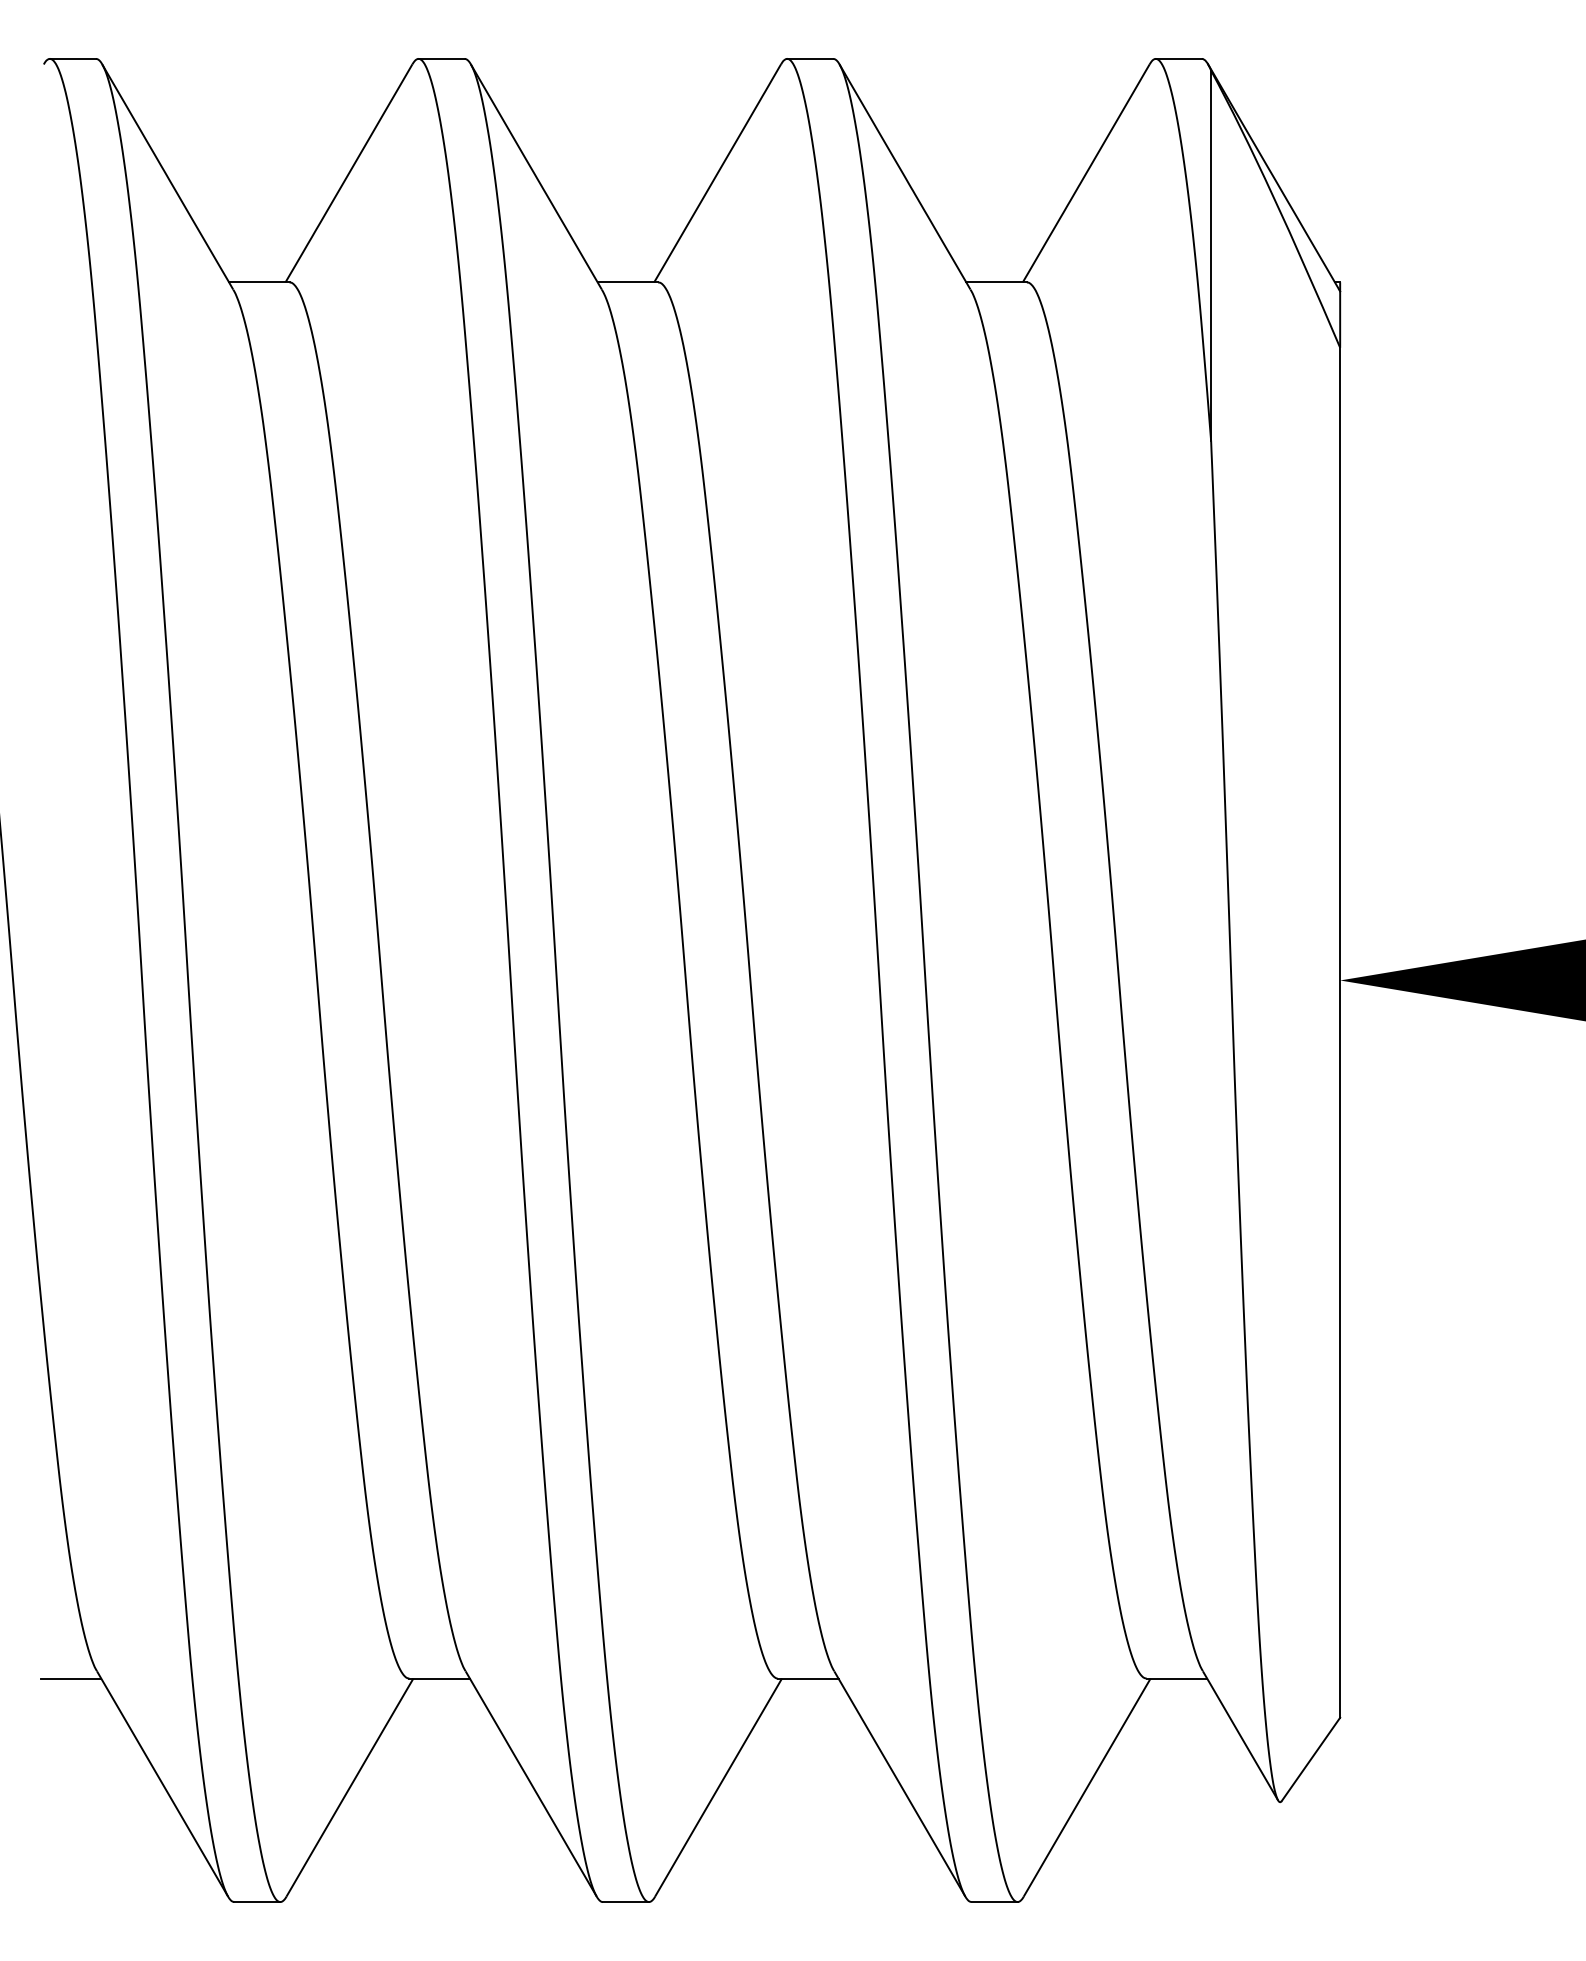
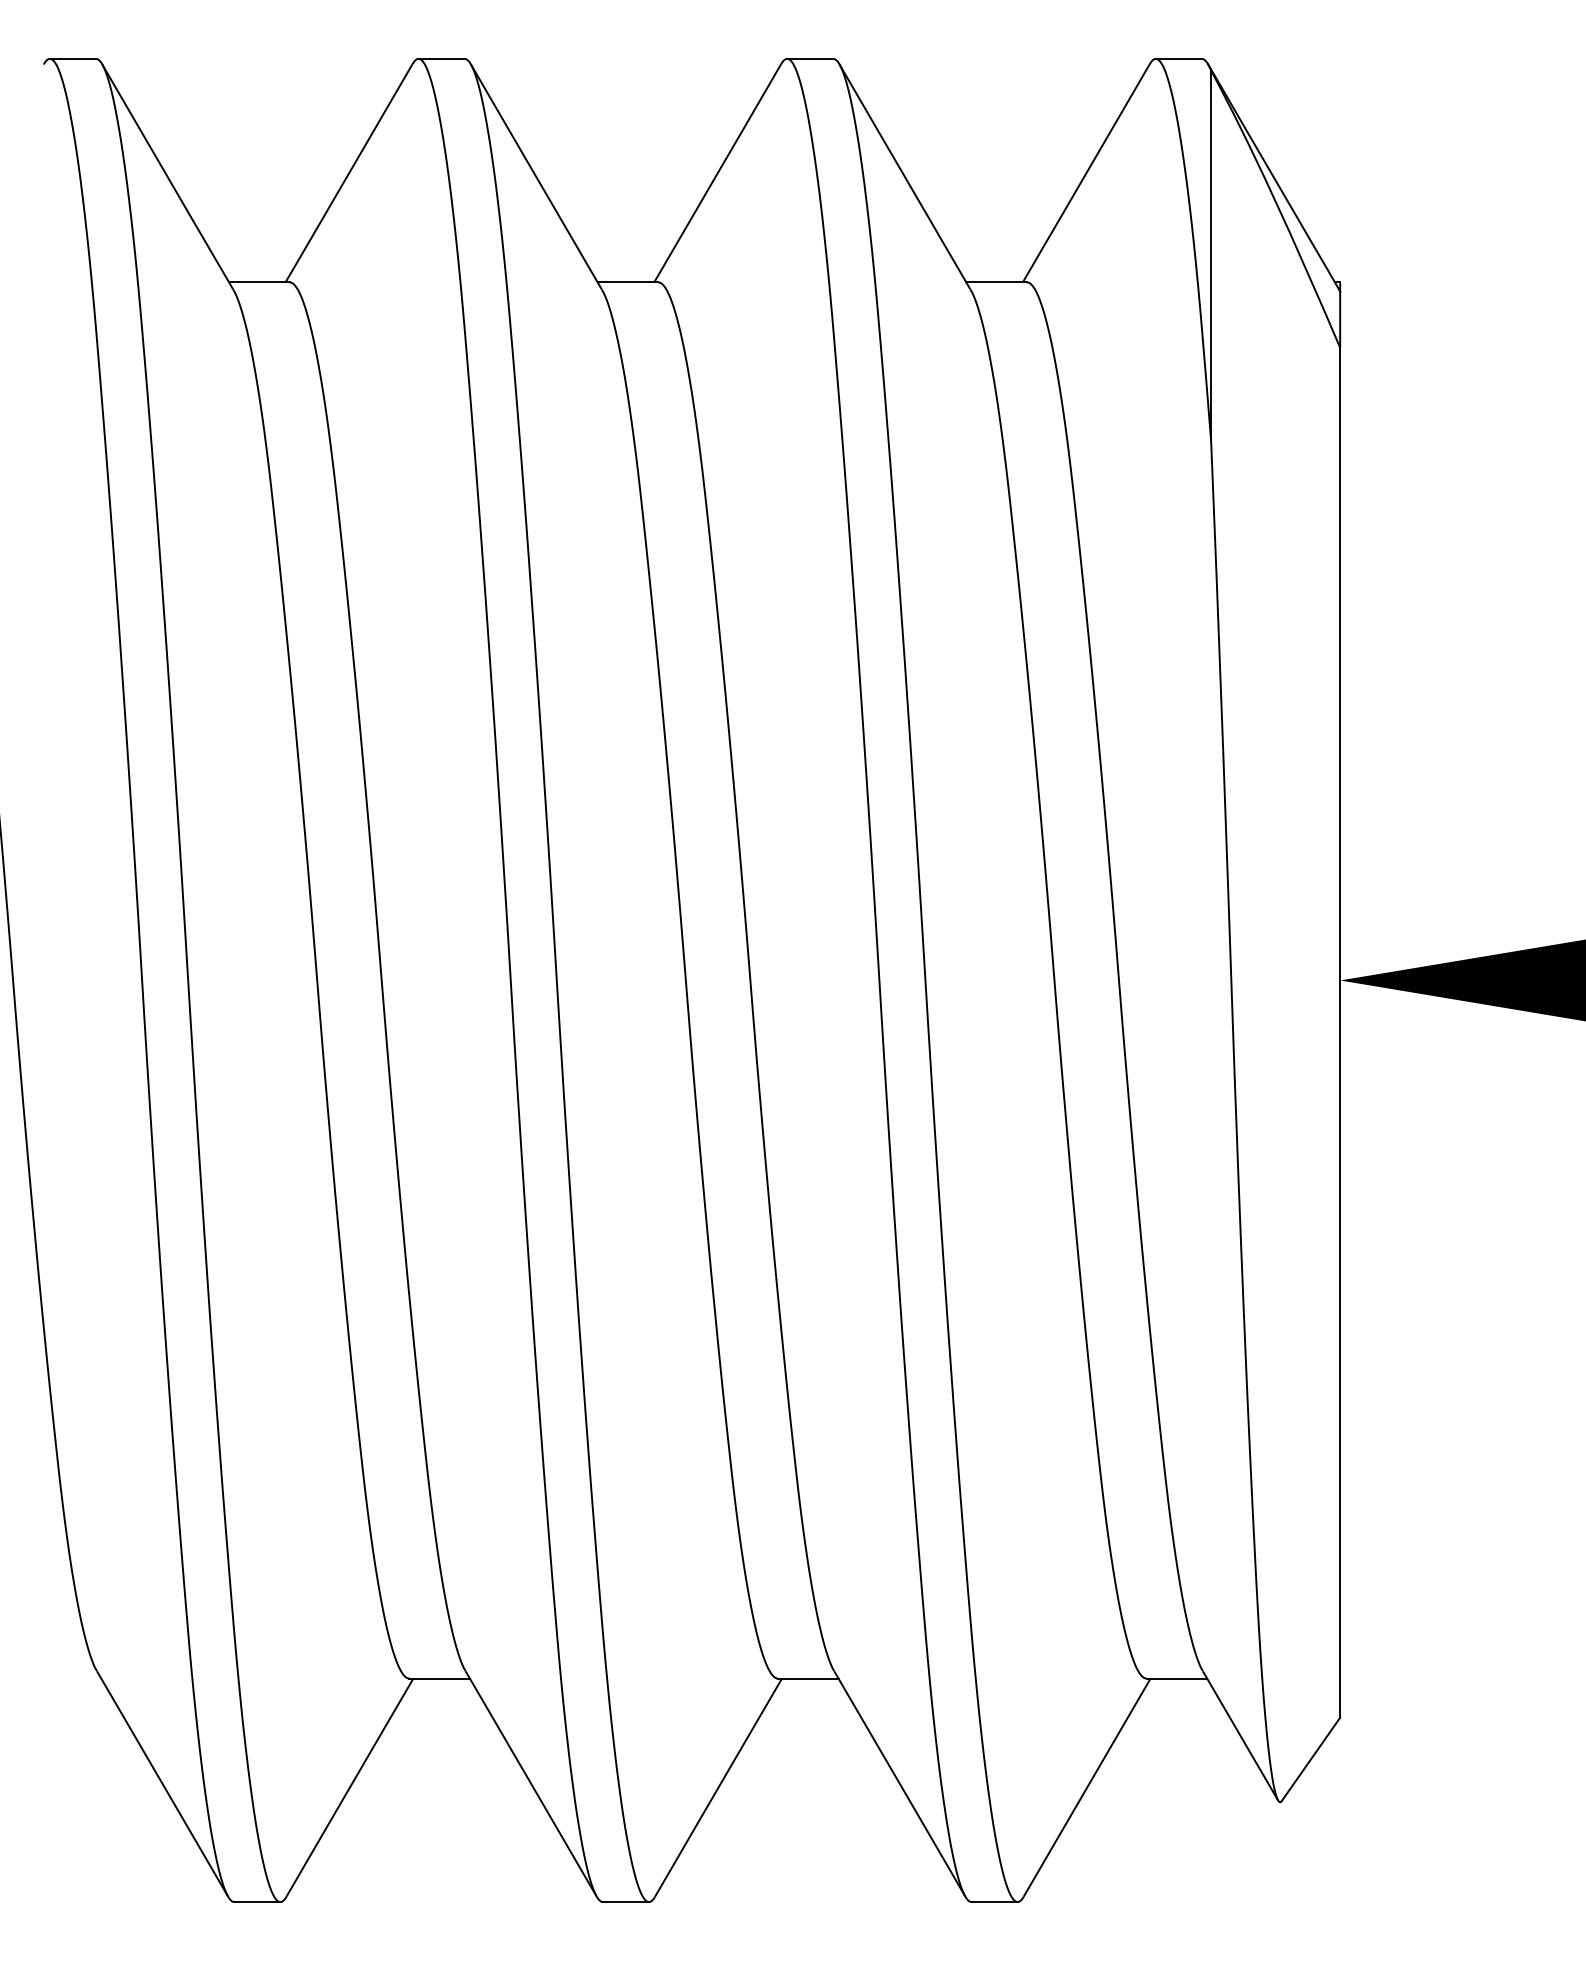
line at (70, 1678): present -> none
